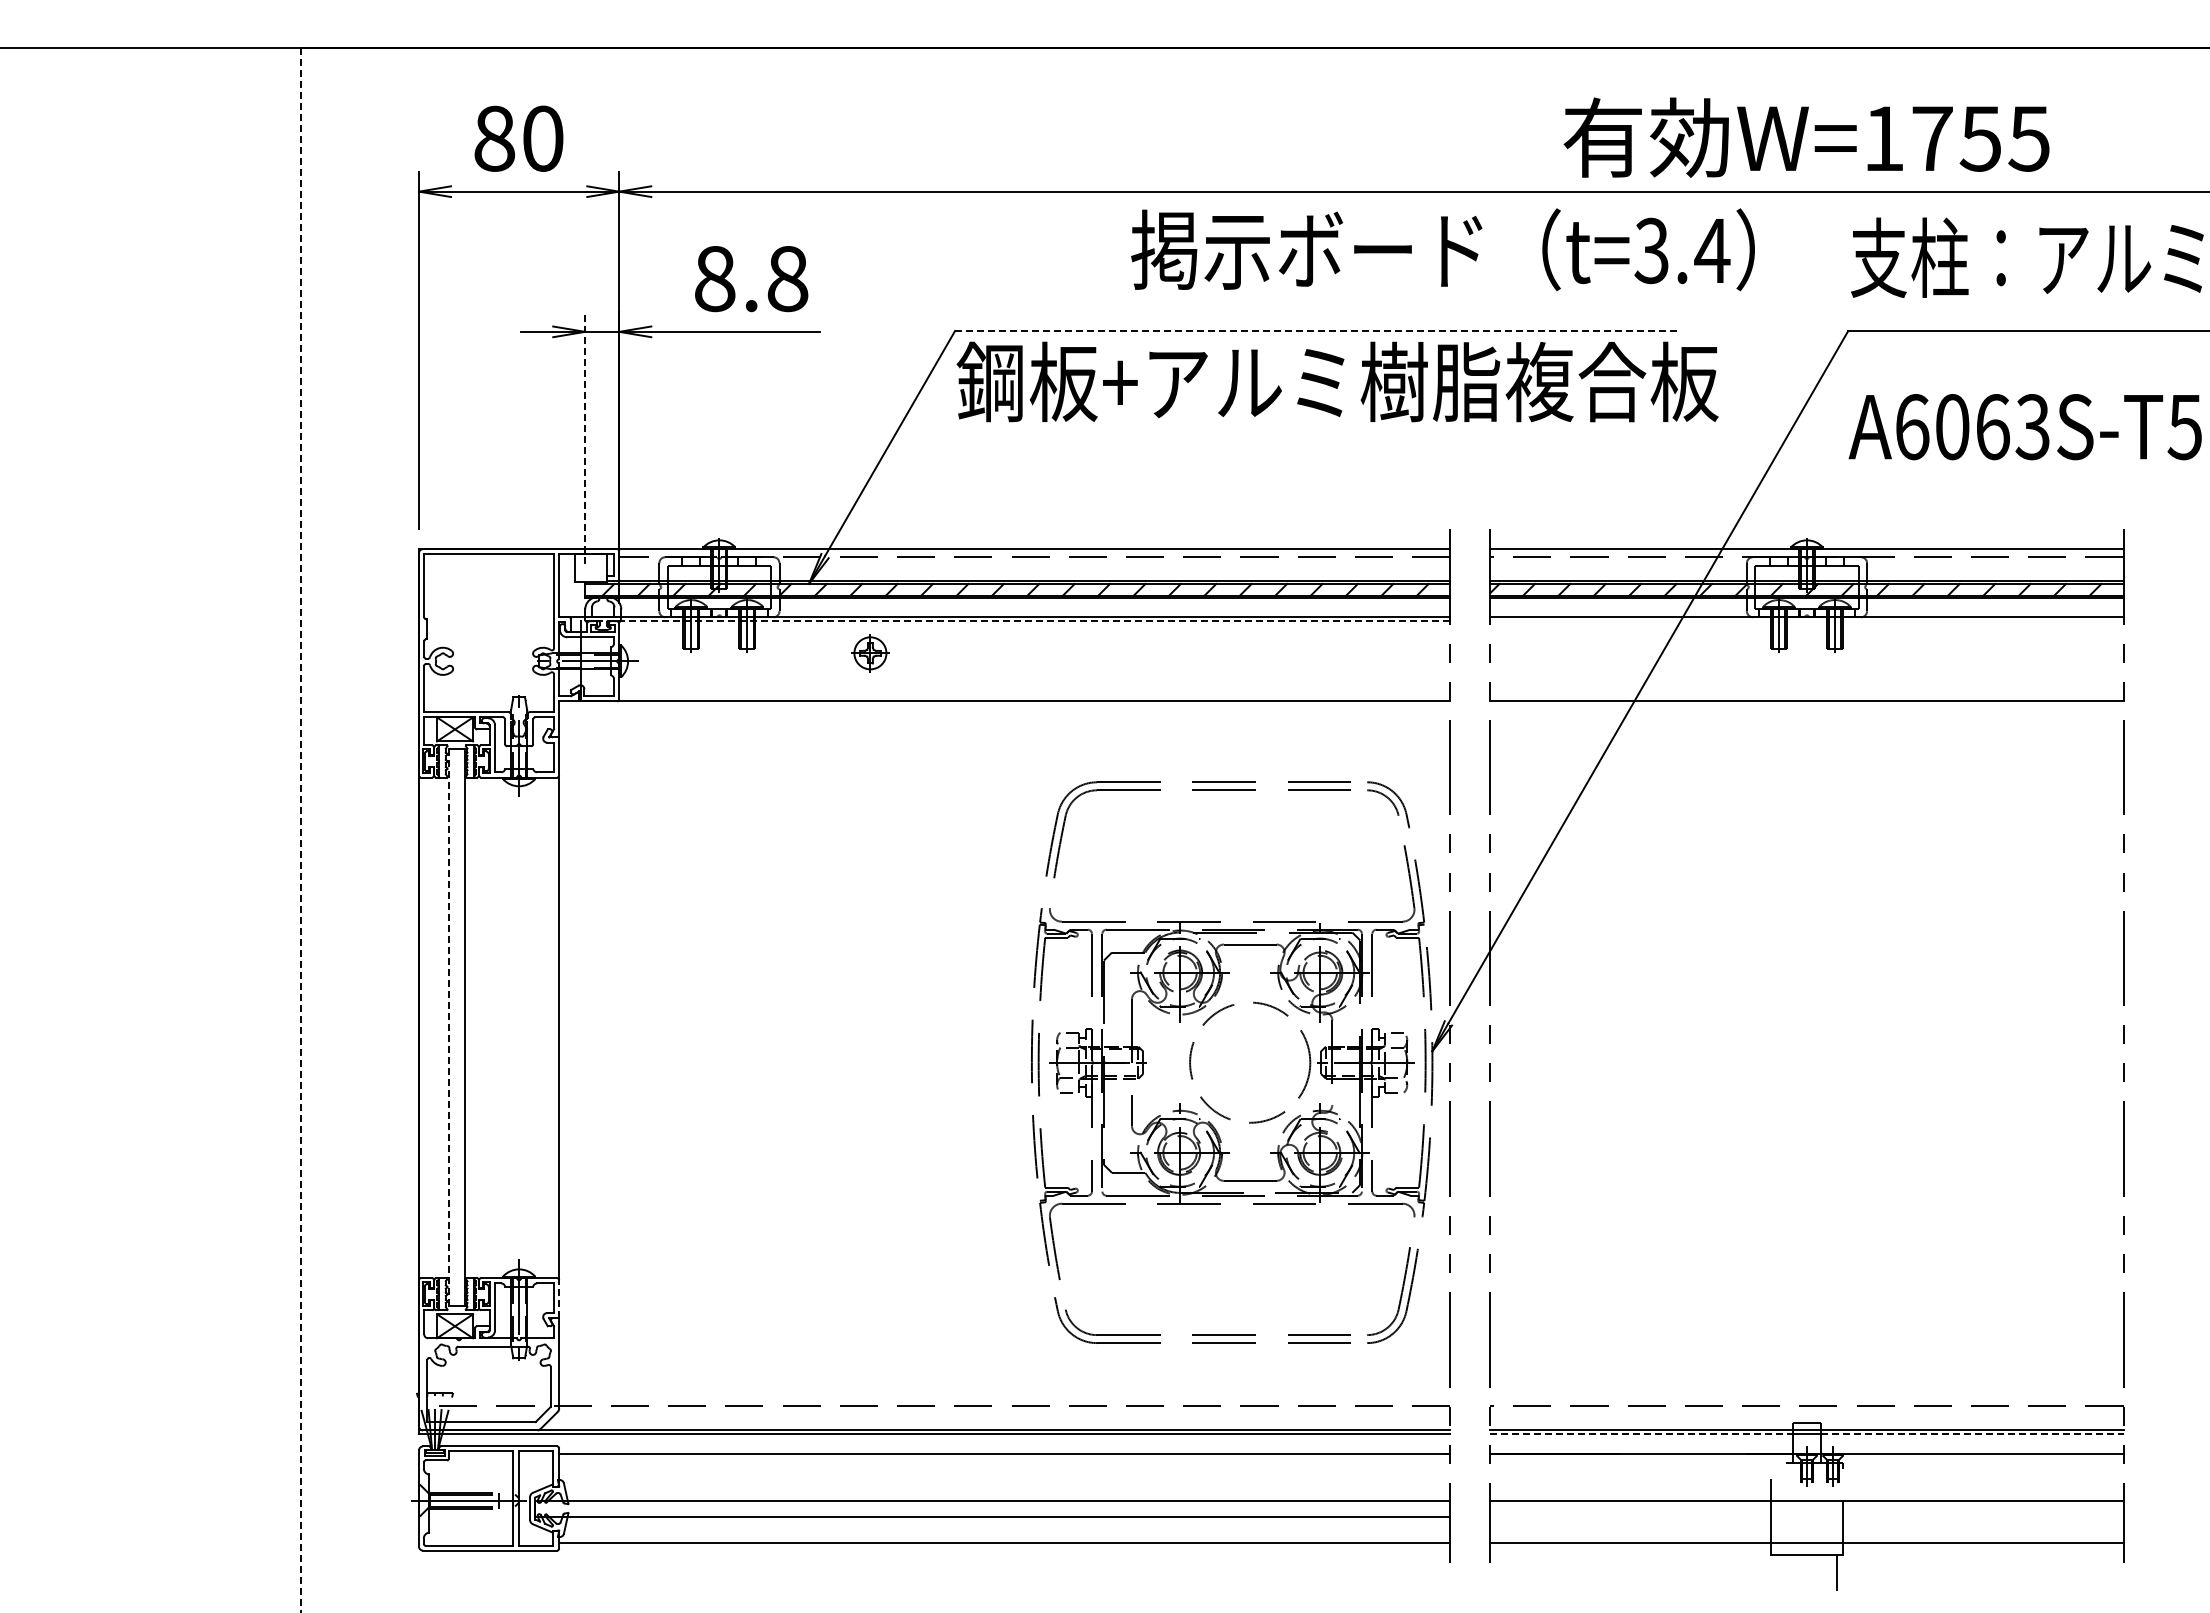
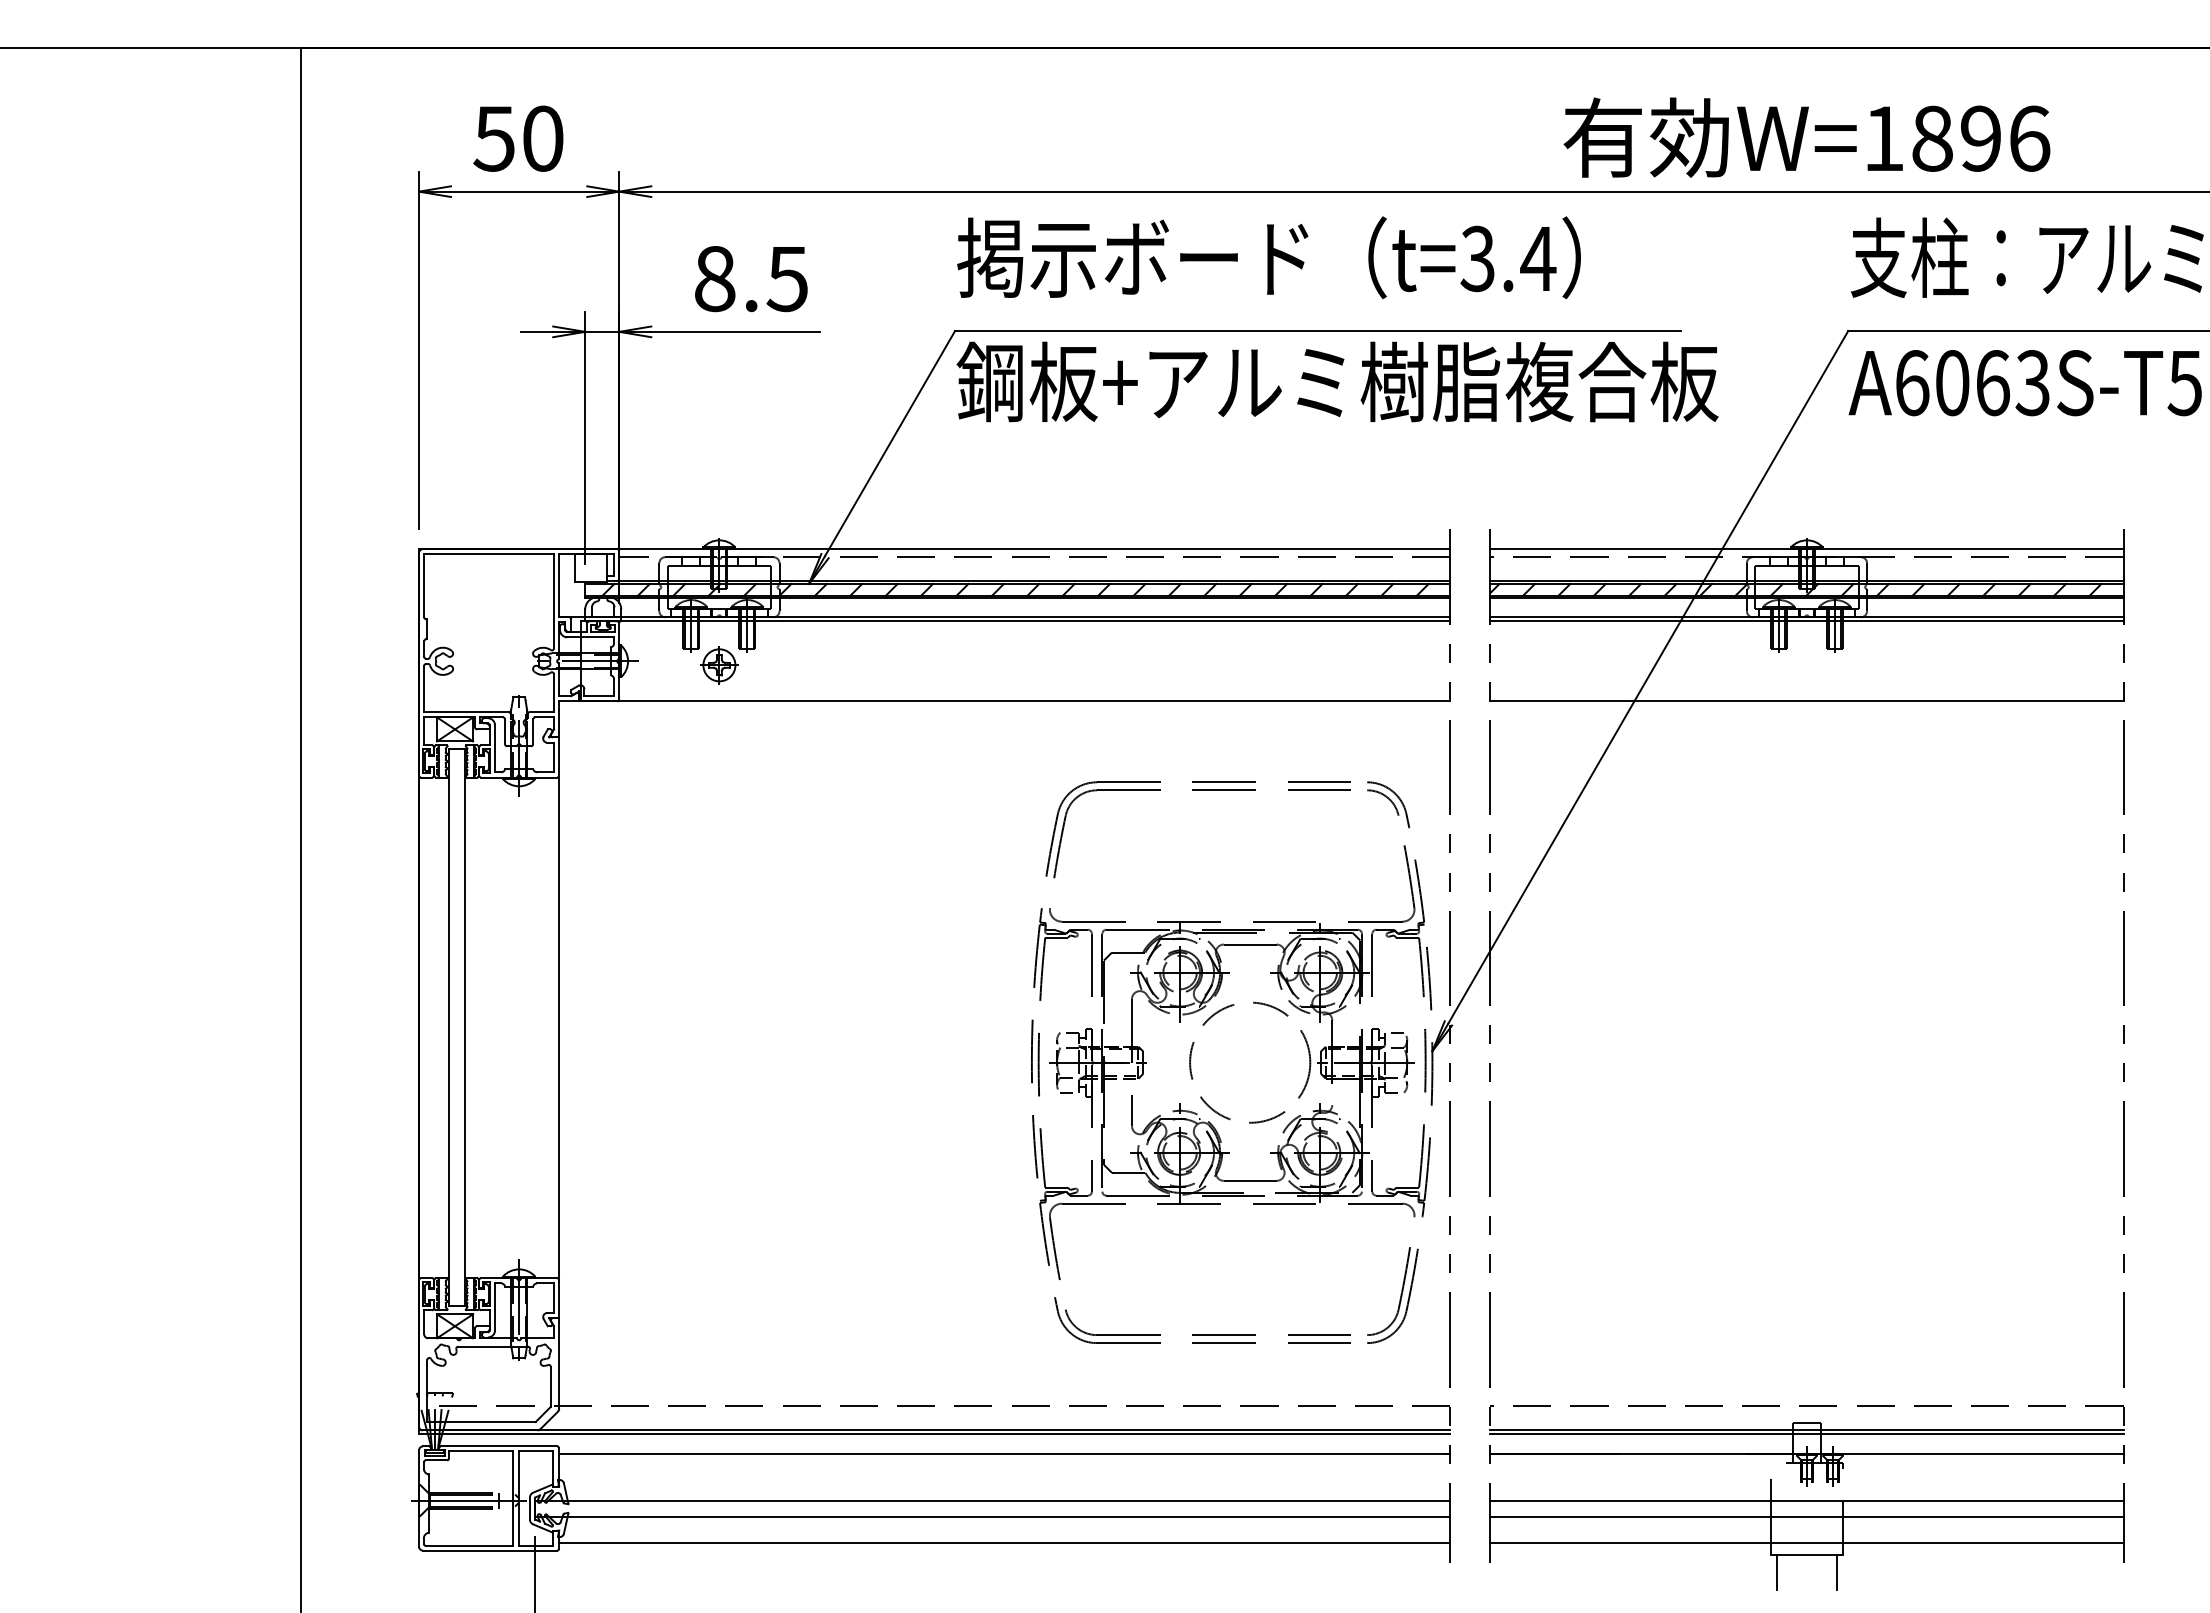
text at (494, 138): 80 -> 50
text at (1981, 138): W=1755 -> W=1896
text at (1442, 249) position: (1442, 249) -> (1268, 257)
text at (787, 279): 8.8 -> 8.5
line at (1317, 331): dashed -> solid
text at (2024, 427) position: (2024, 427) -> (2024, 383)
line at (585, 437): dashed -> solid
line at (1015, 621): dashed -> solid
line at (1806, 621): none -> present
part at (870, 653) position: (870, 653) -> (719, 665)
line at (300, 830): dashed -> solid
line at (448, 1028): dashed -> solid
line at (559, 1298): dashed -> solid
line at (1642, 1434): dashed -> solid
line at (1972, 1434): dashed -> solid
line at (1806, 1516): none -> present
line at (535, 1572): none -> present
line at (1776, 1572): none -> present
